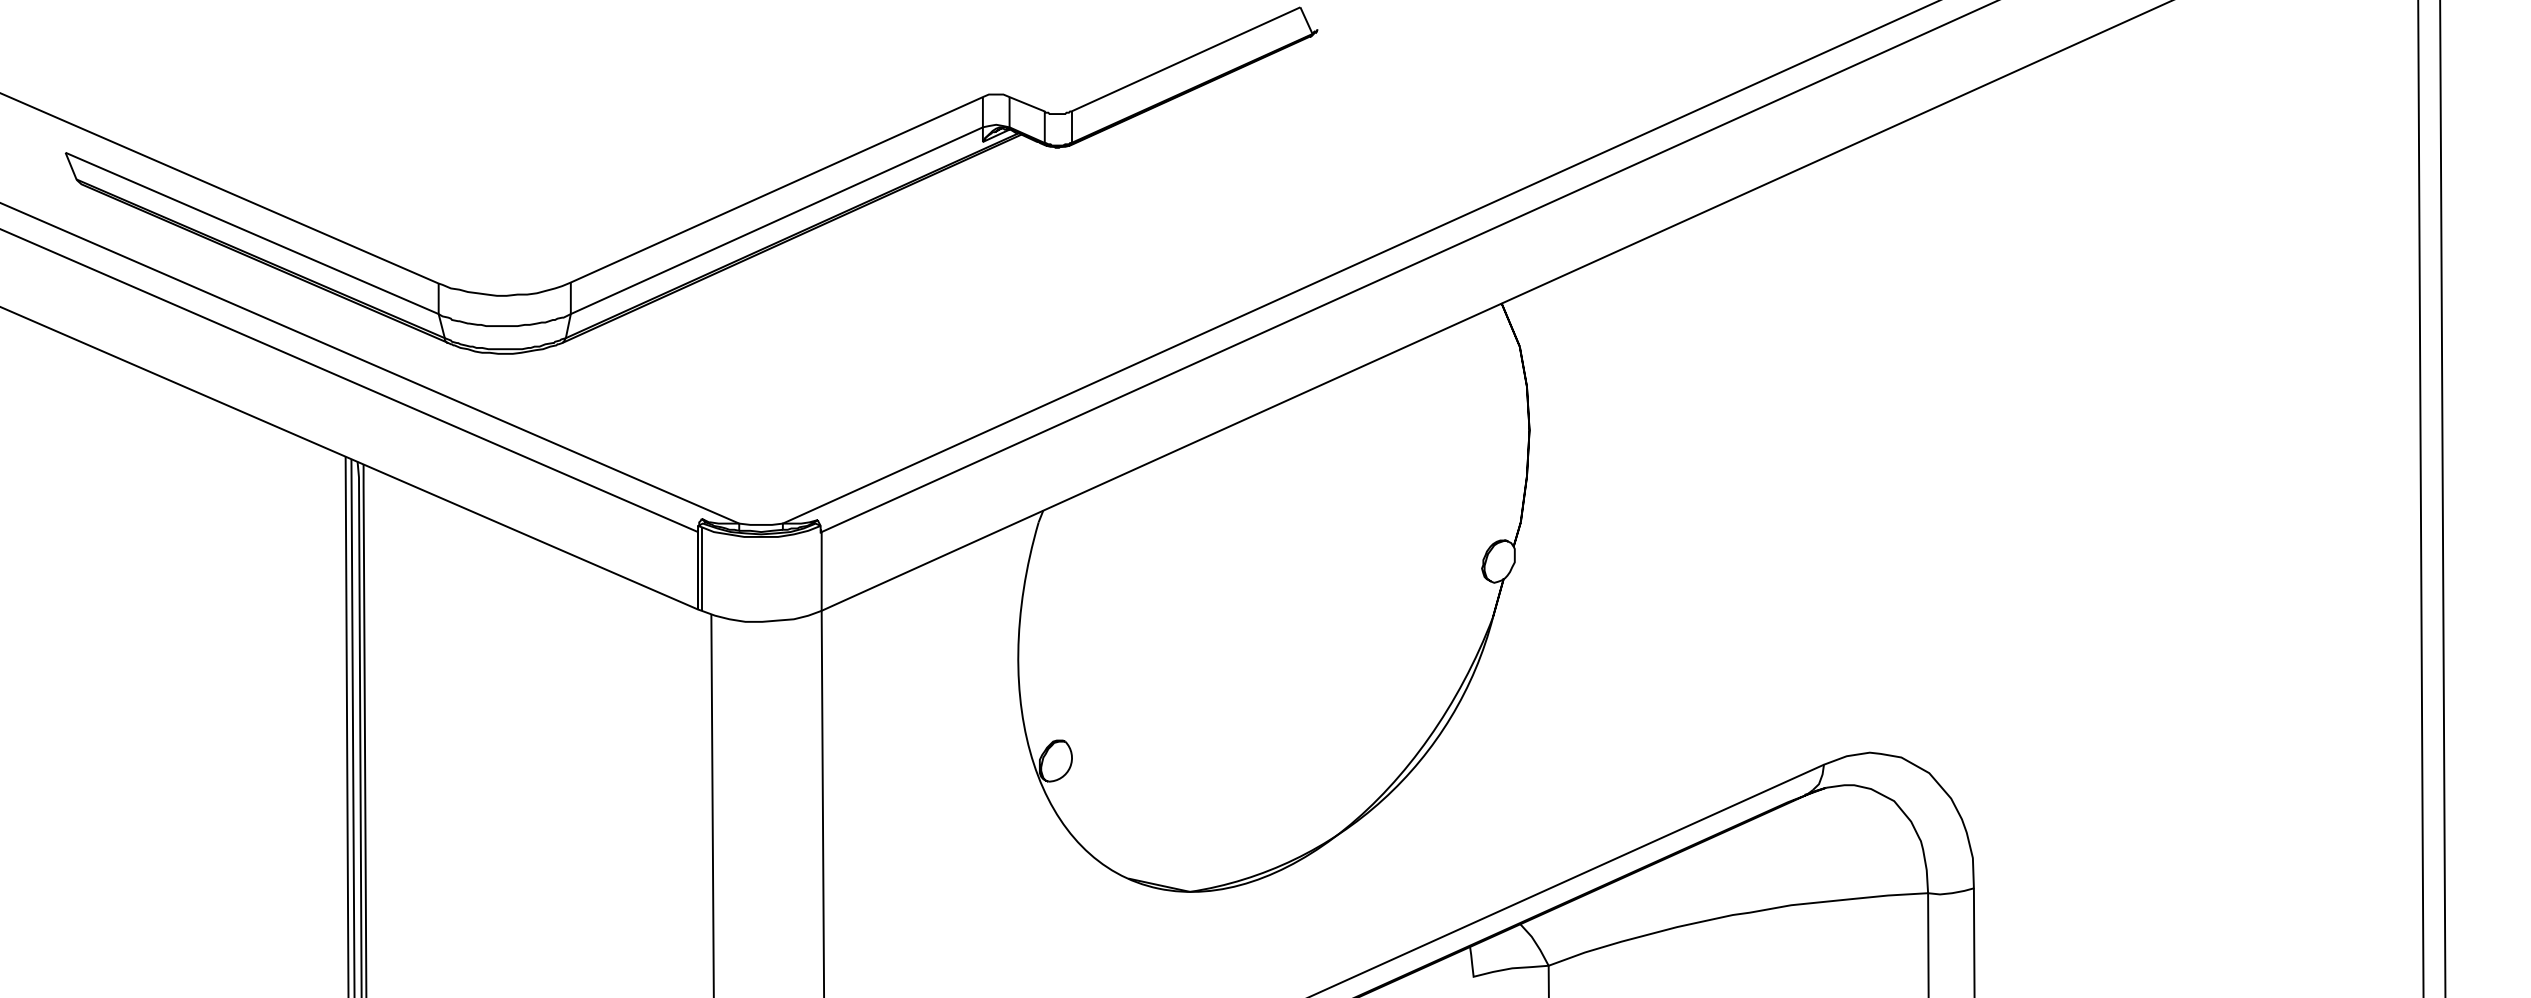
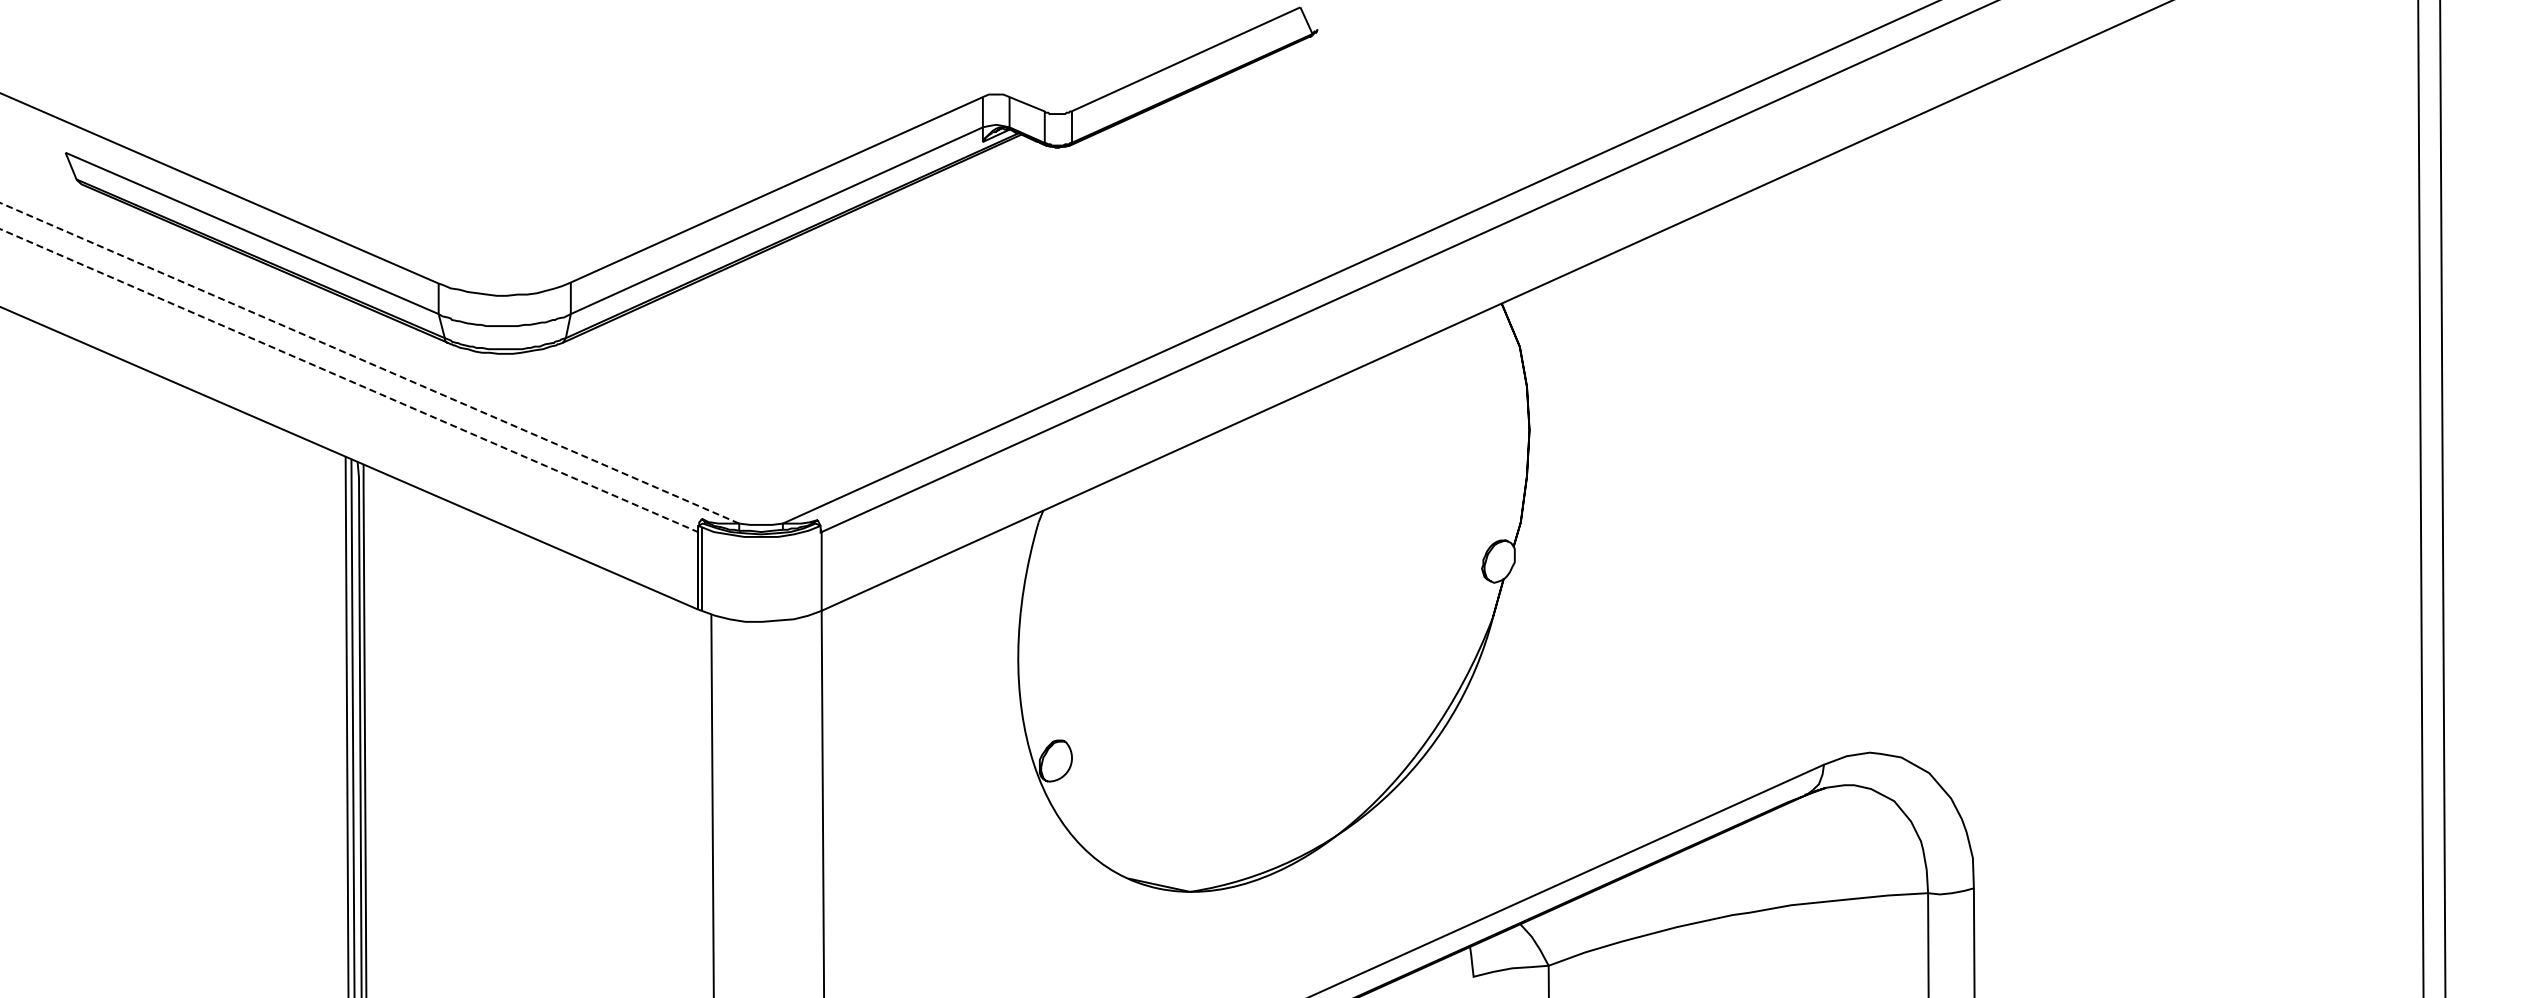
line at (369, 363): solid -> dashed
line at (349, 380): solid -> dashed
